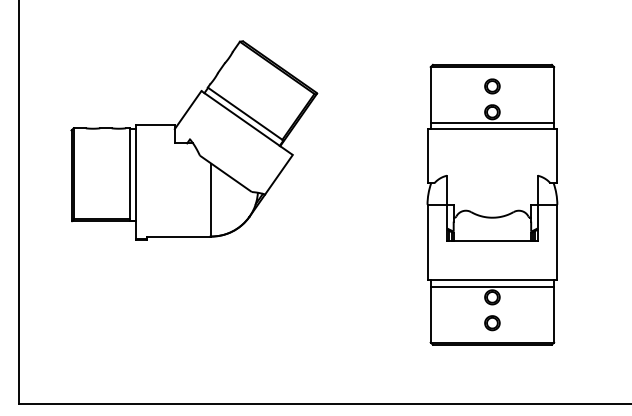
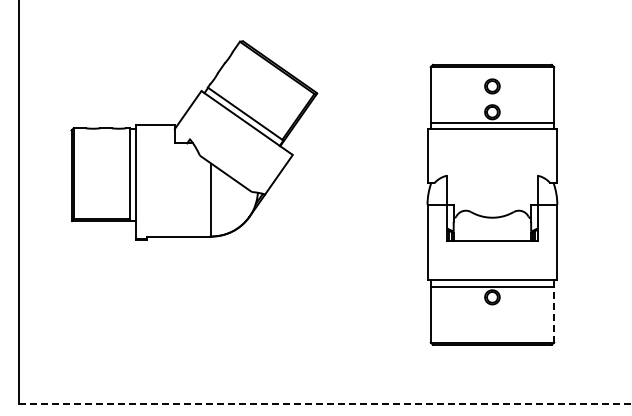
line at (554, 314): solid -> dashed
part at (492, 323): present -> none
line at (325, 403): solid -> dashed
